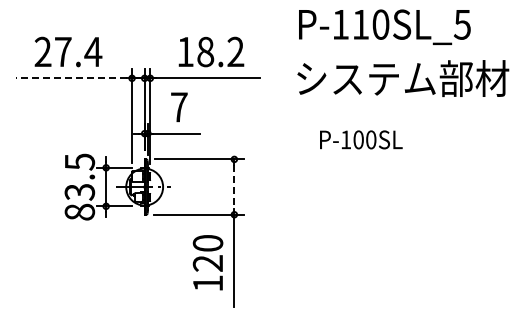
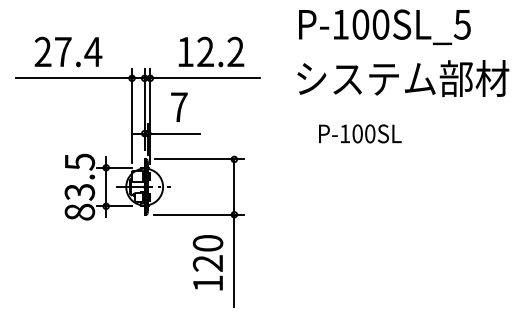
text at (360, 24): P-110SL_5 -> P-100SL_5
text at (205, 51): 18.2 -> 12.2
line at (70, 78): dashed -> solid
text at (361, 139) position: (361, 139) -> (360, 133)
line at (234, 187): dashed -> solid
